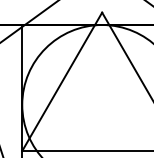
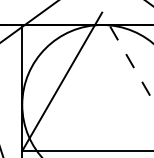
line at (127, 56): solid -> dashed
